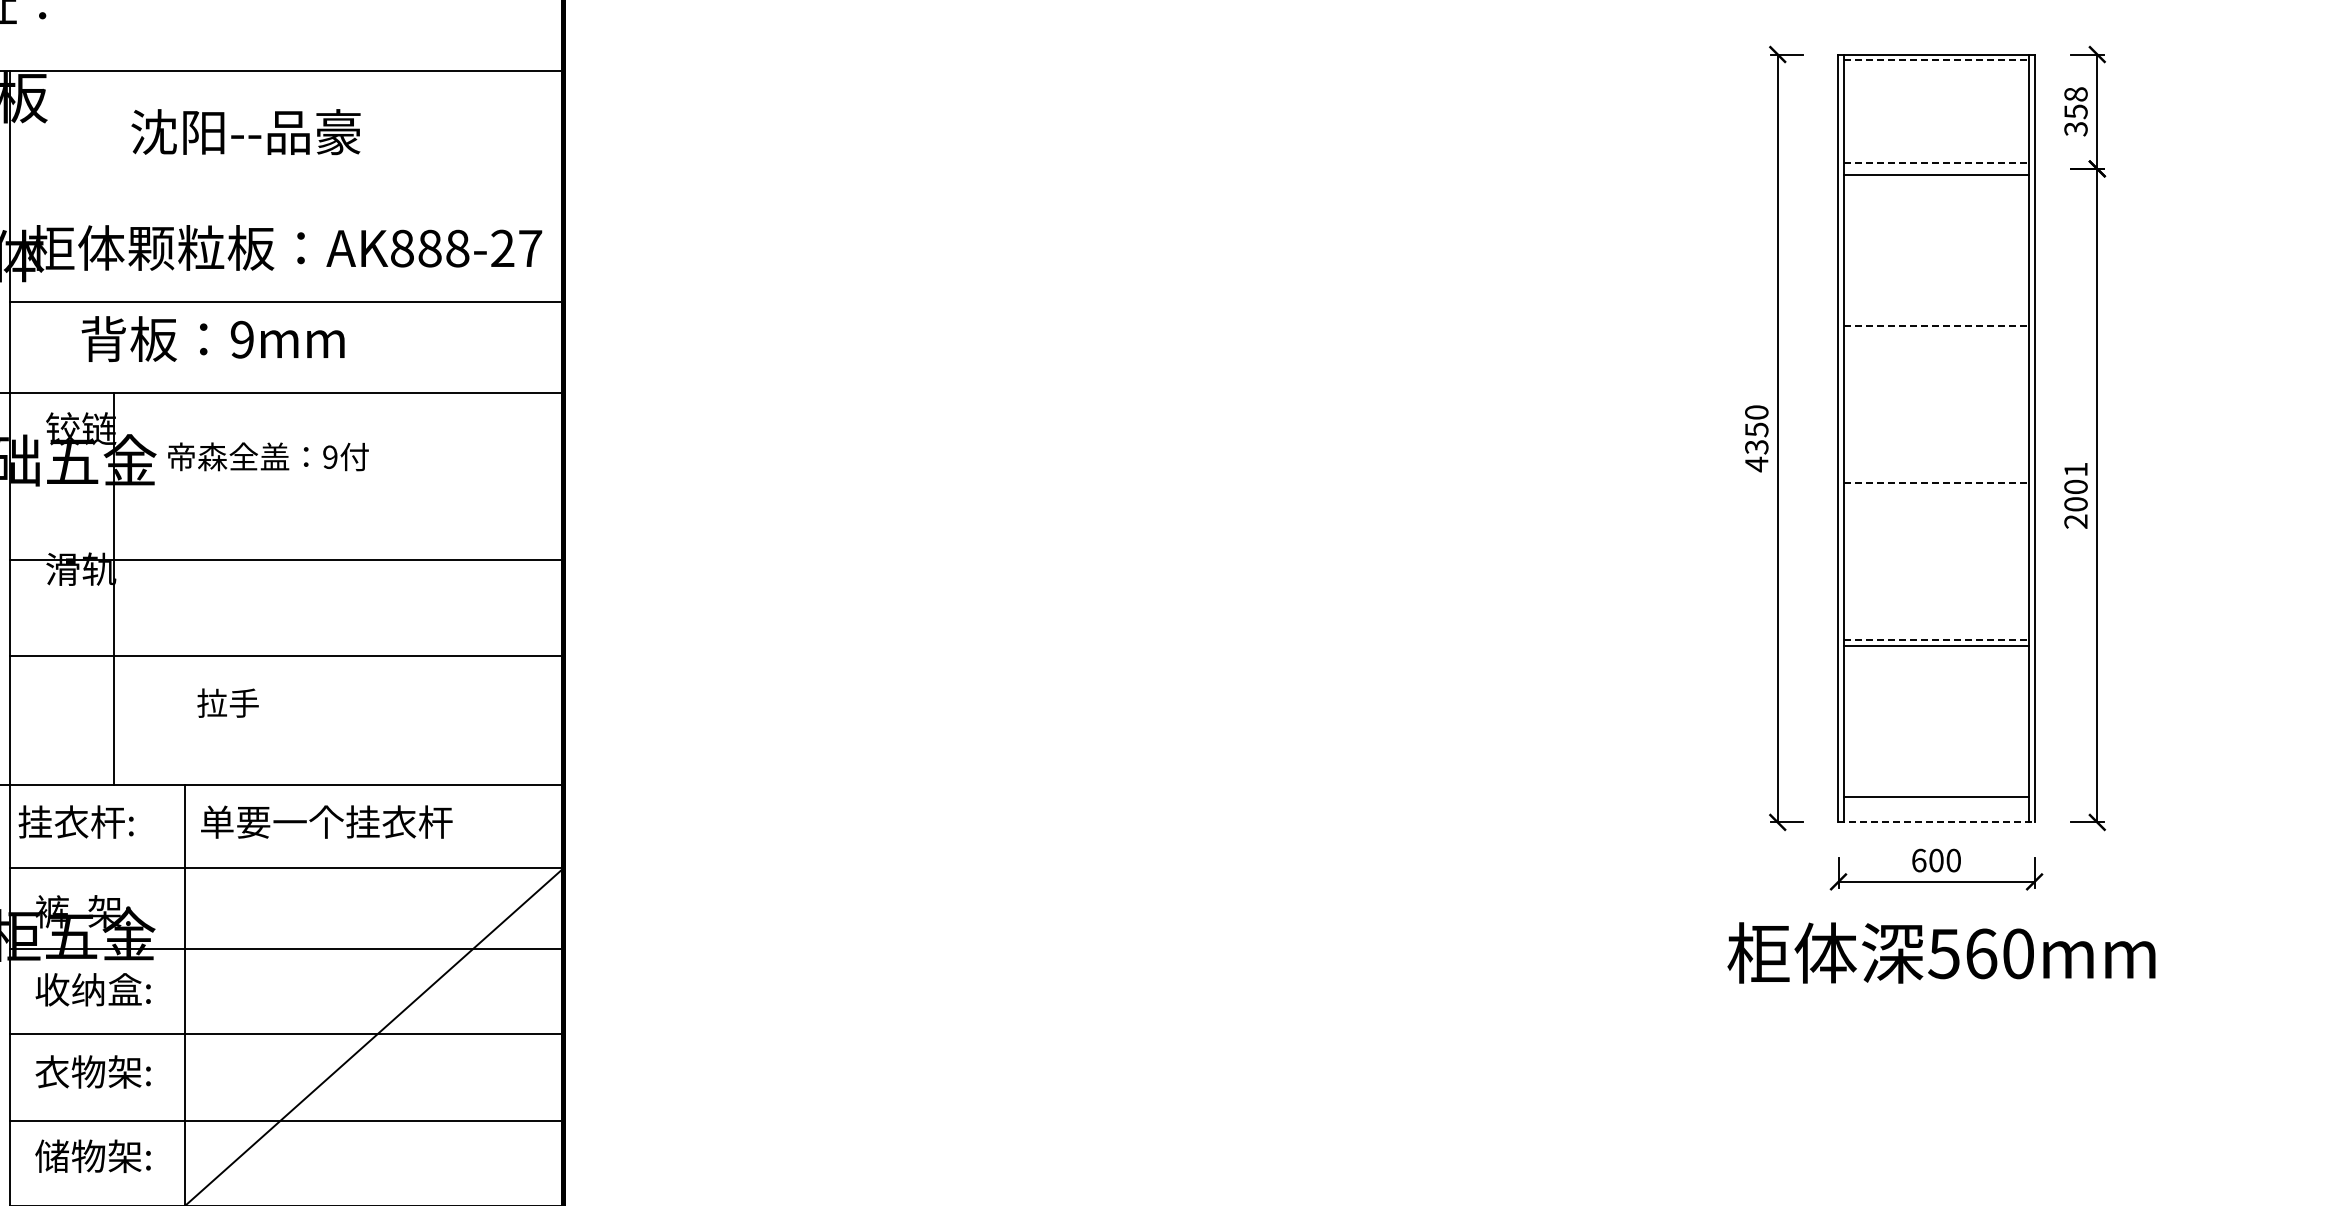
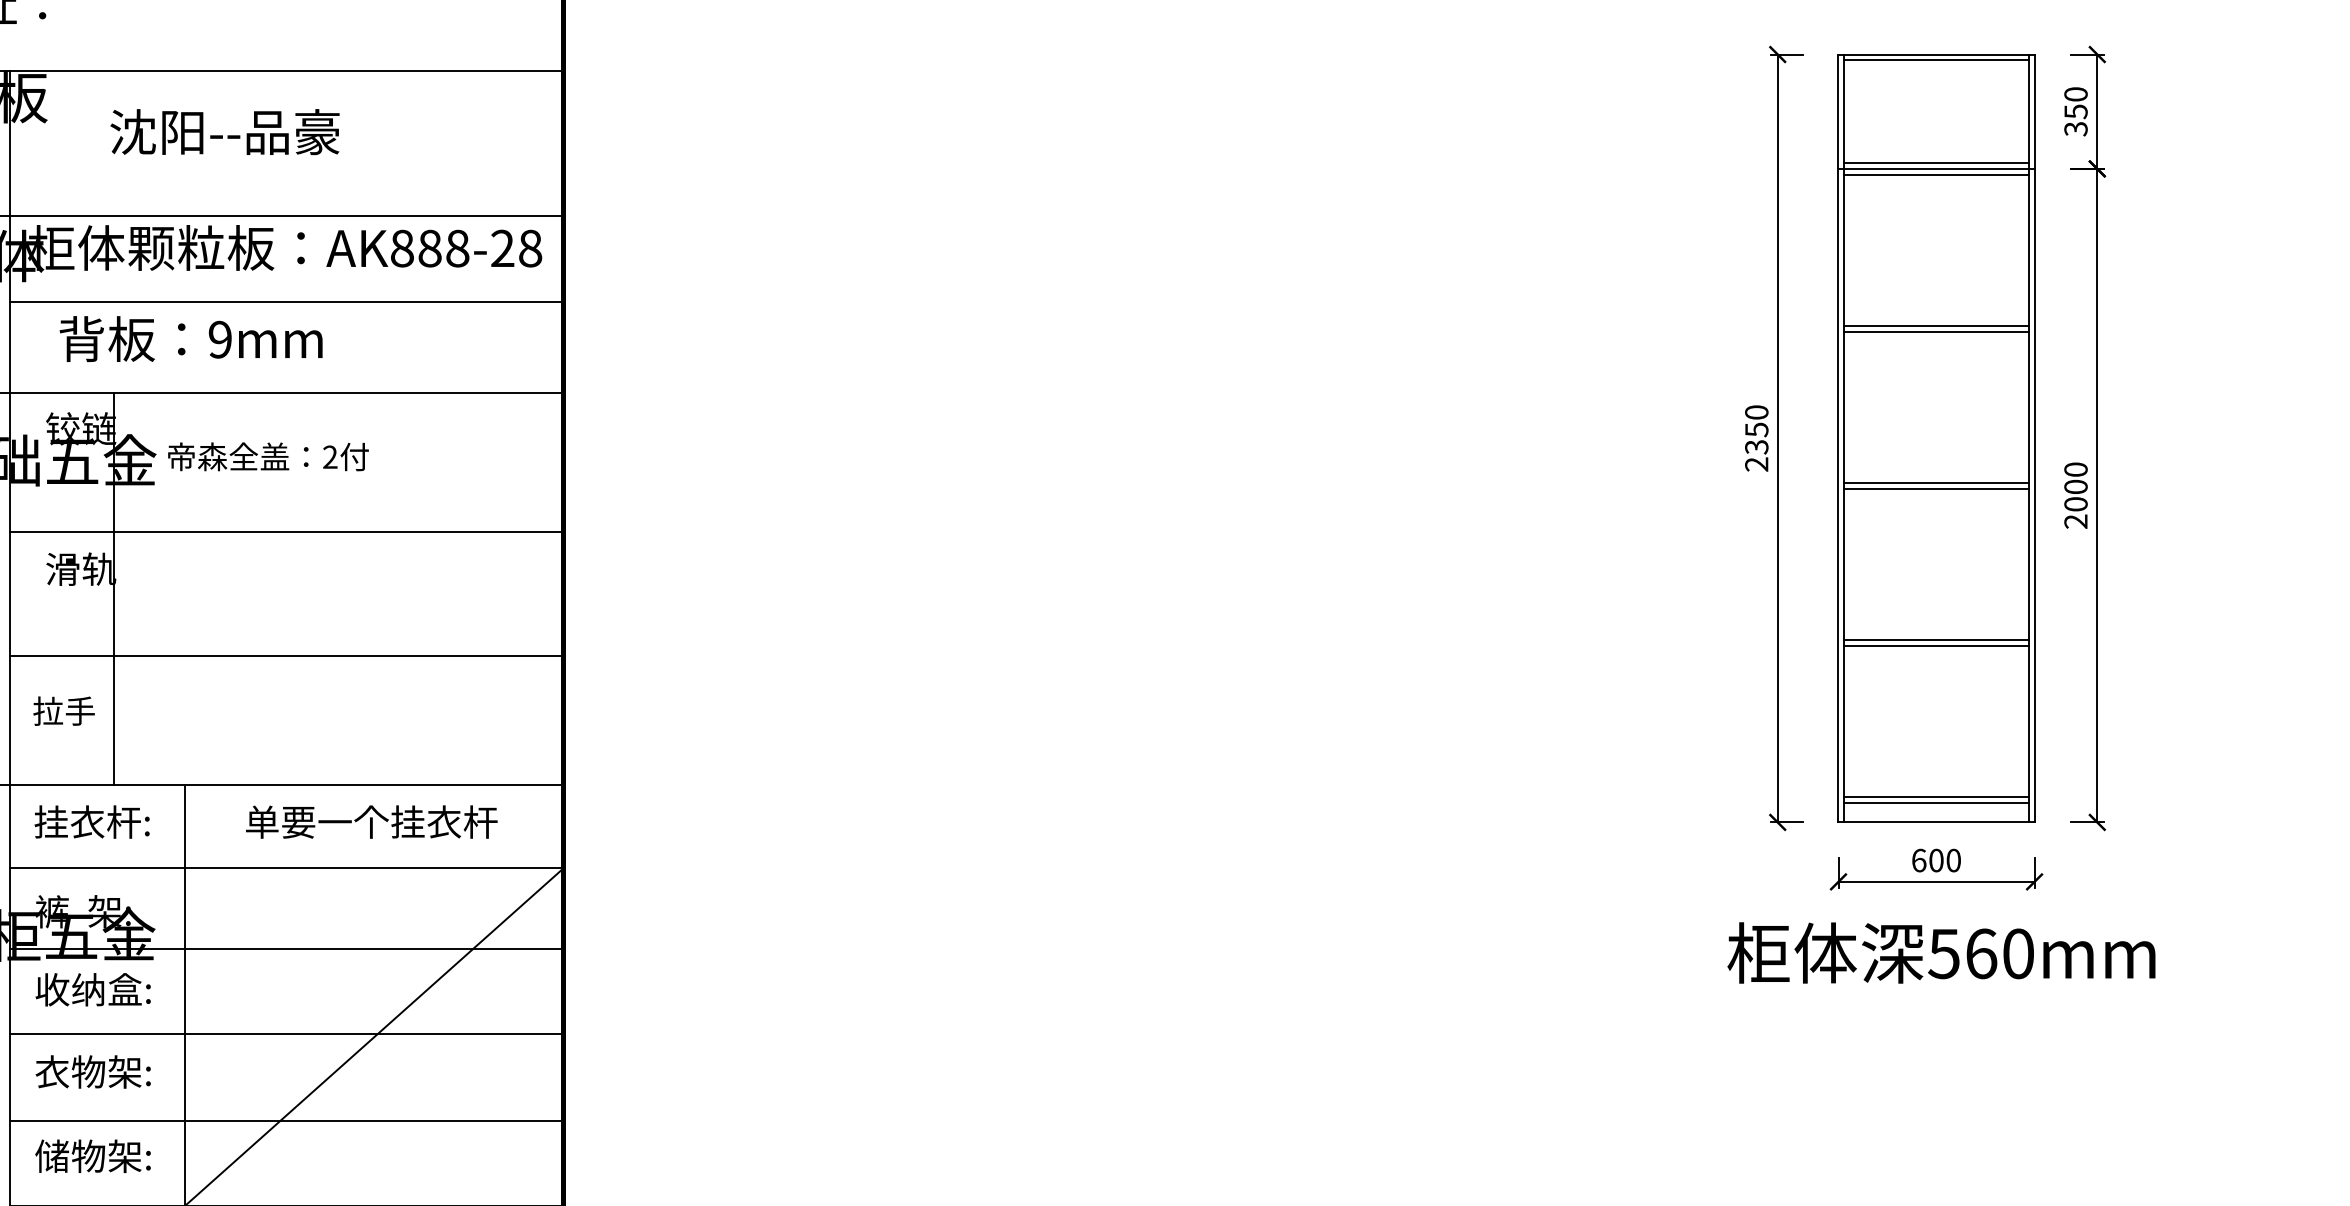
line at (1936, 60): dashed -> solid
text at (2075, 94): 358 -> 350
text at (245, 132) position: (245, 132) -> (224, 132)
line at (1936, 163): dashed -> solid
line at (1936, 168): none -> present
line at (282, 216): none -> present
text at (530, 248): AK888-27 -> AK888-28
line at (1936, 325): dashed -> solid
line at (1936, 331): none -> present
text at (212, 339) position: (212, 339) -> (190, 339)
text at (330, 457): 9 -> 2
text at (1756, 464): 4350 -> 2350
text at (2075, 469): 2001 -> 2000
line at (1936, 482): dashed -> solid
line at (1936, 488): none -> present
line at (286, 559) position: (286, 559) -> (286, 531)
line at (1936, 639): dashed -> solid
text at (227, 702) position: (227, 702) -> (63, 710)
line at (1936, 802): none -> present
text at (75, 821) position: (75, 821) -> (91, 821)
text at (326, 821) position: (326, 821) -> (371, 821)
line at (1936, 822): dashed -> solid
